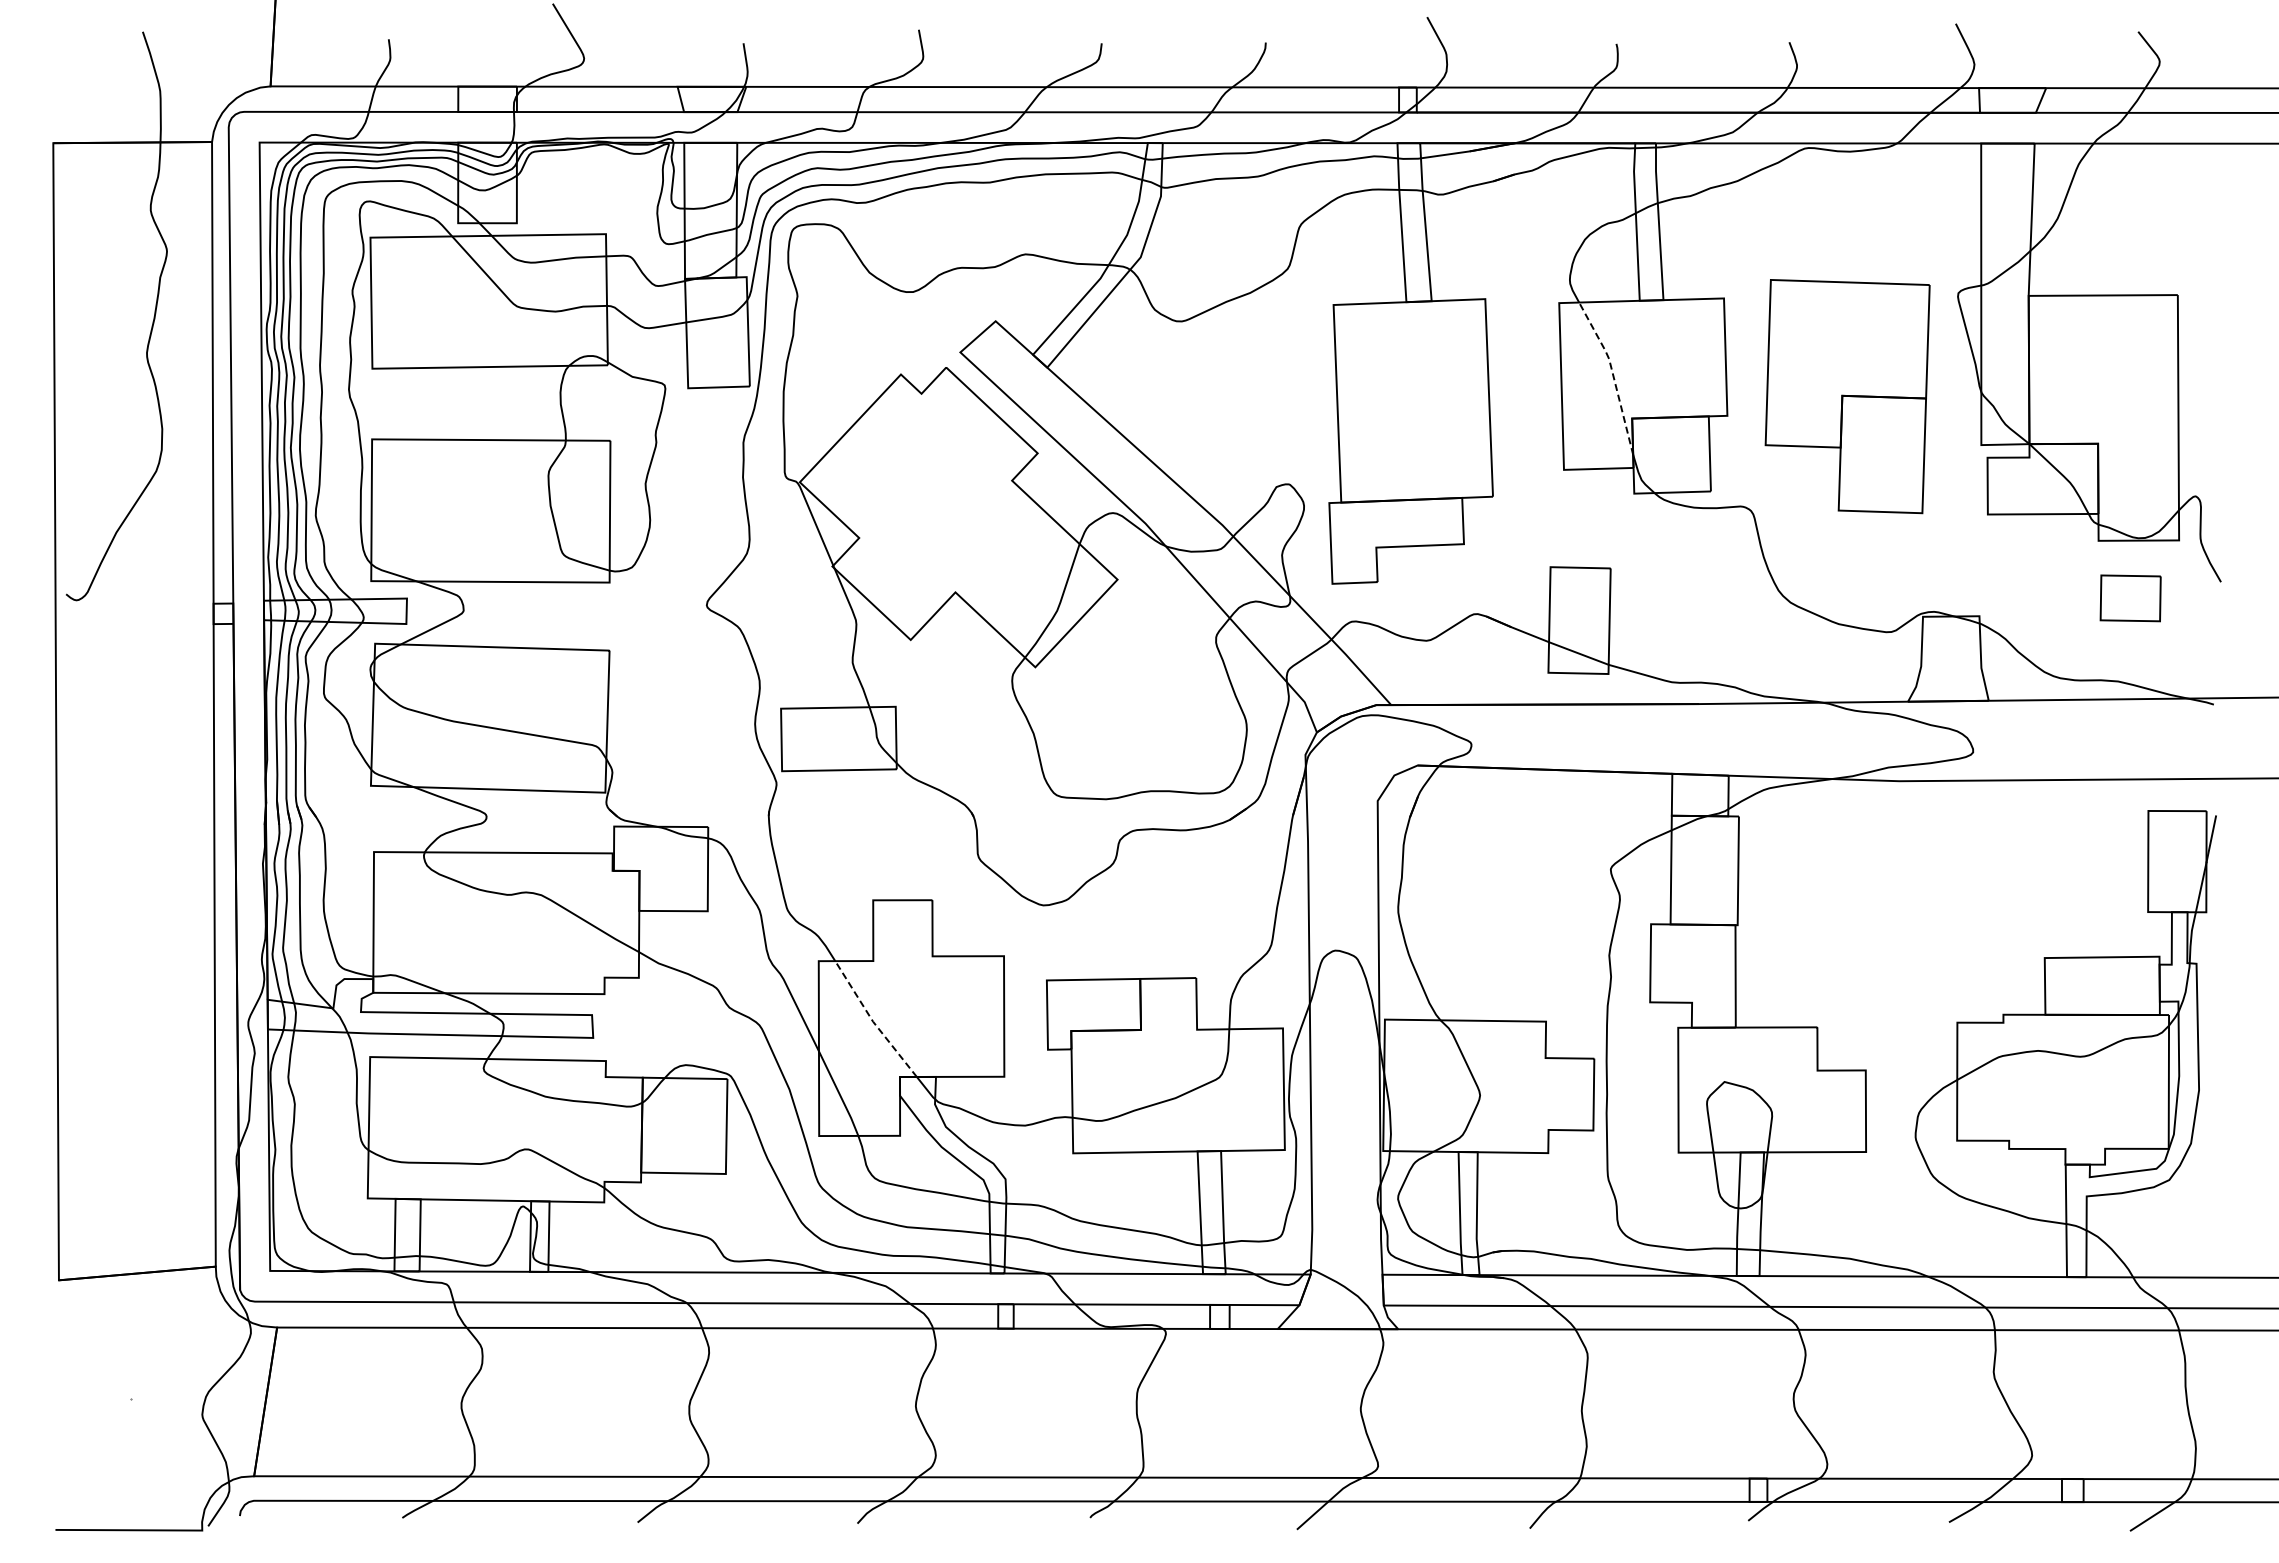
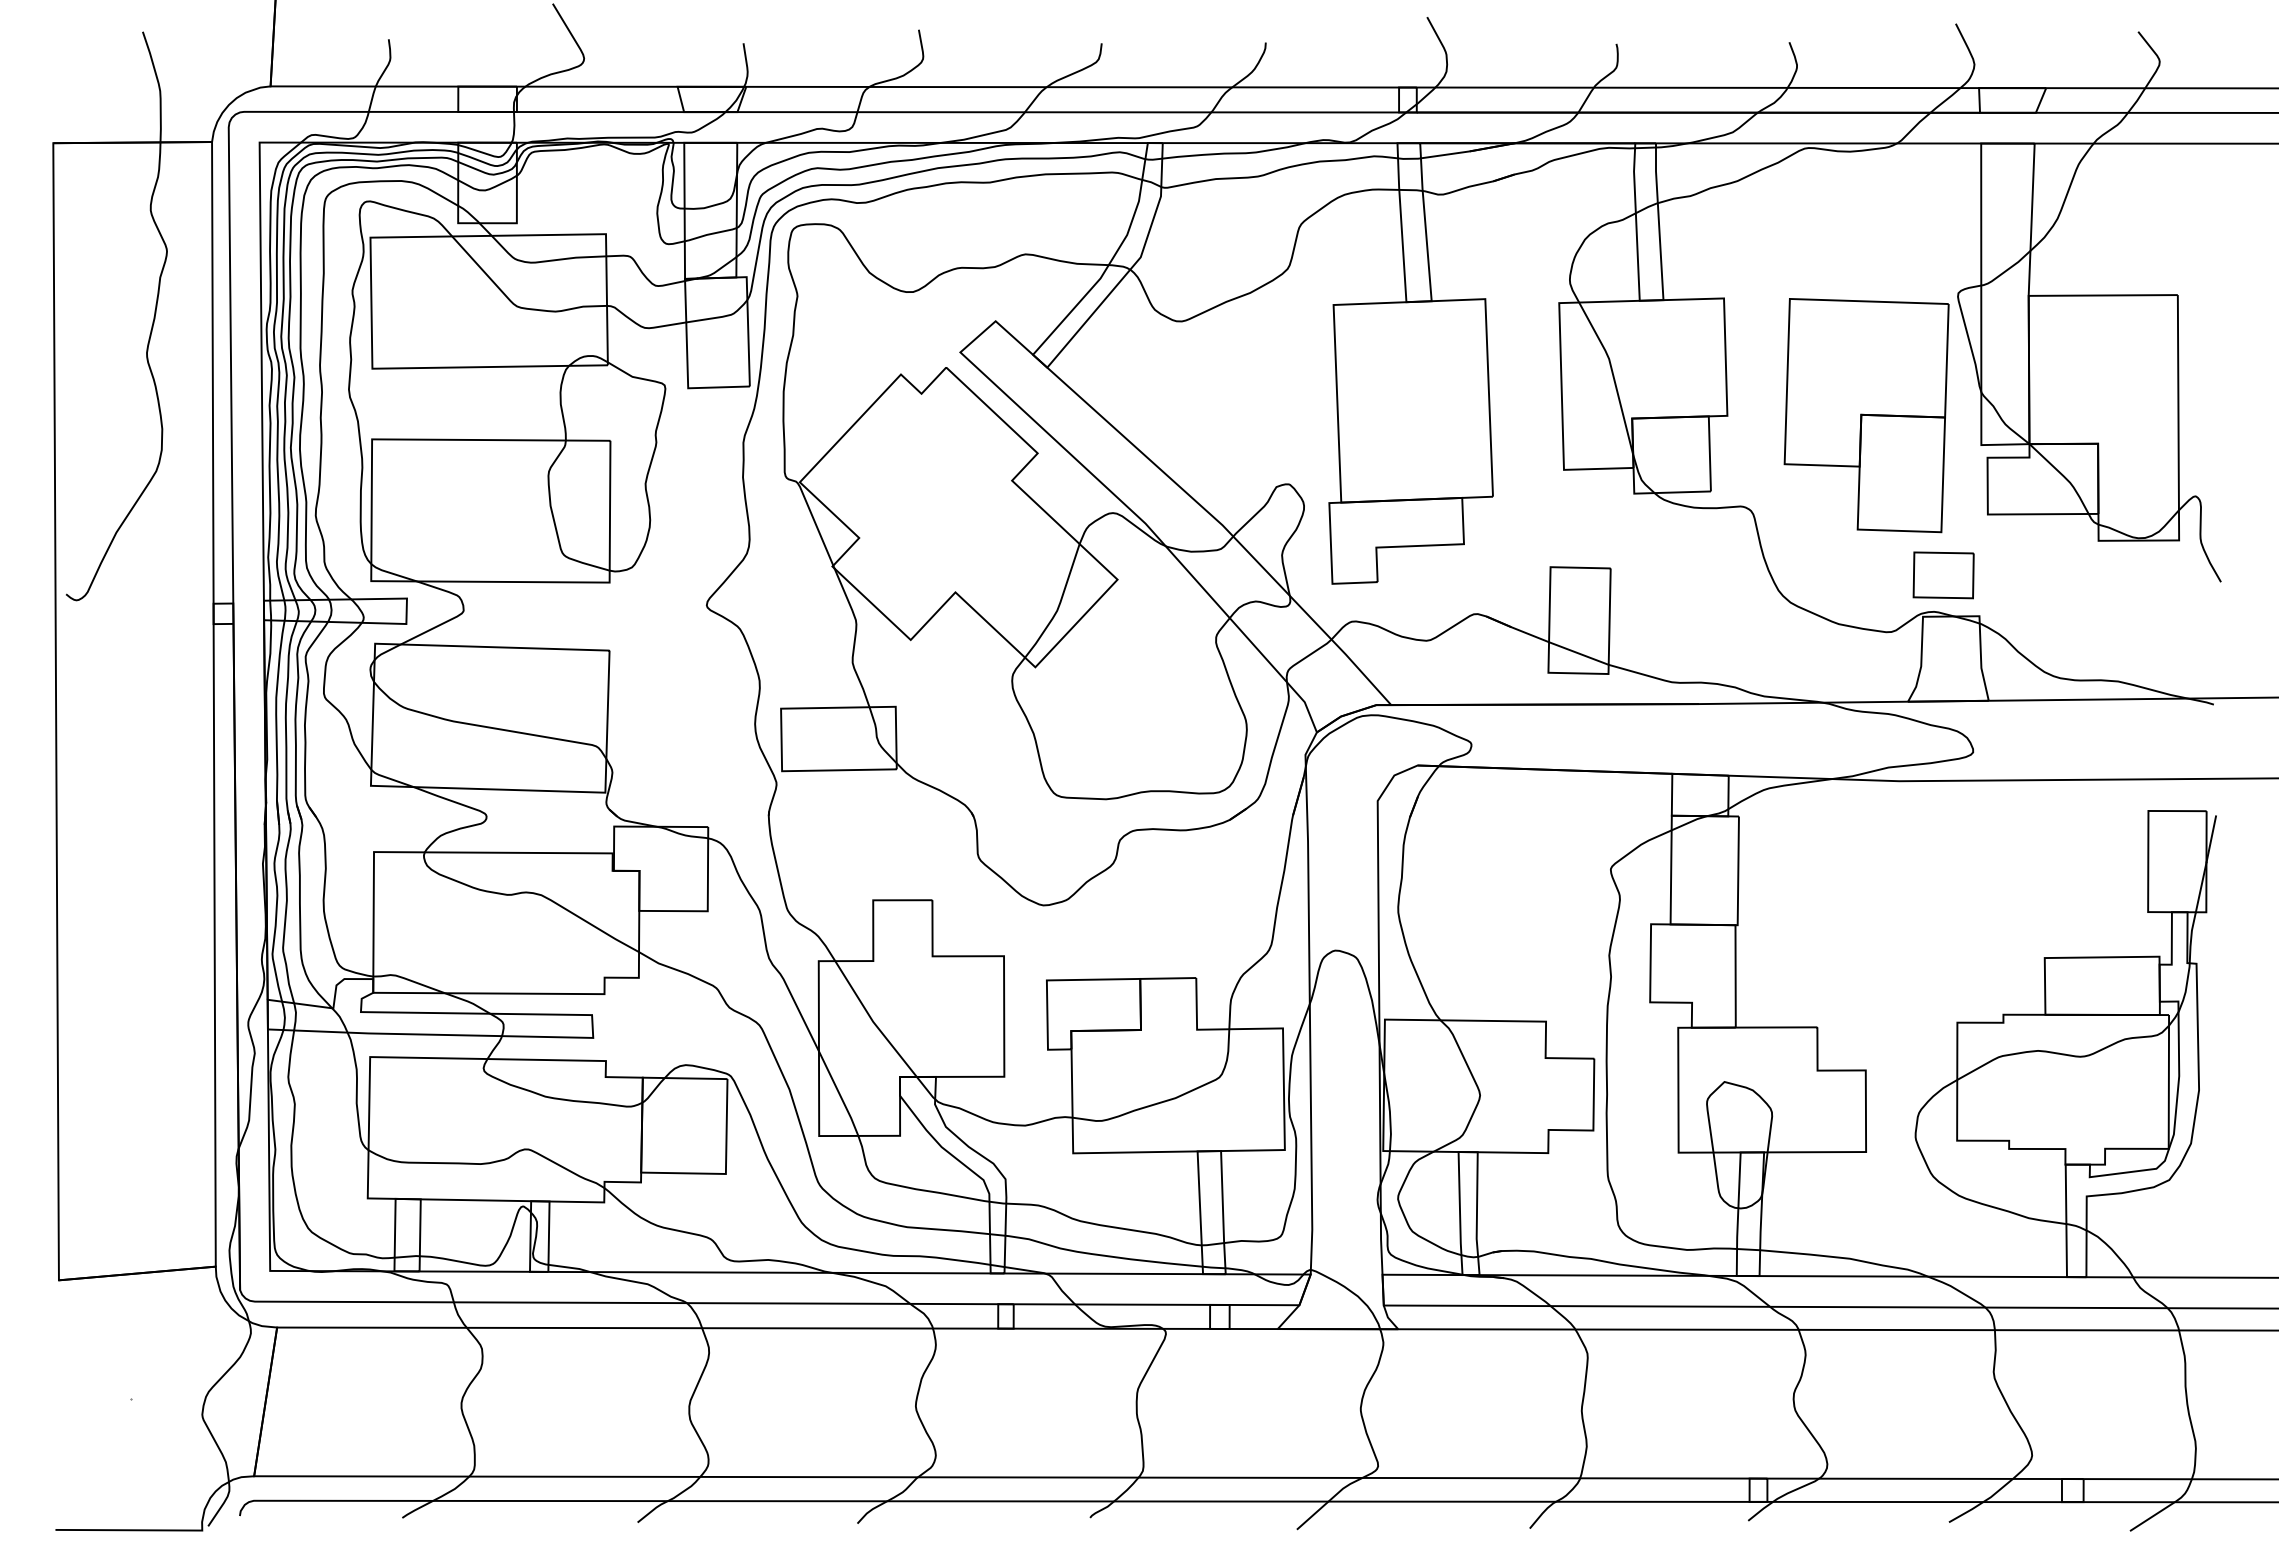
line at (1613, 374): dashed -> solid
part at (1847, 396) position: (1847, 396) -> (1866, 415)
part at (2130, 598) position: (2130, 598) -> (1943, 575)
line at (873, 1021): dashed -> solid
